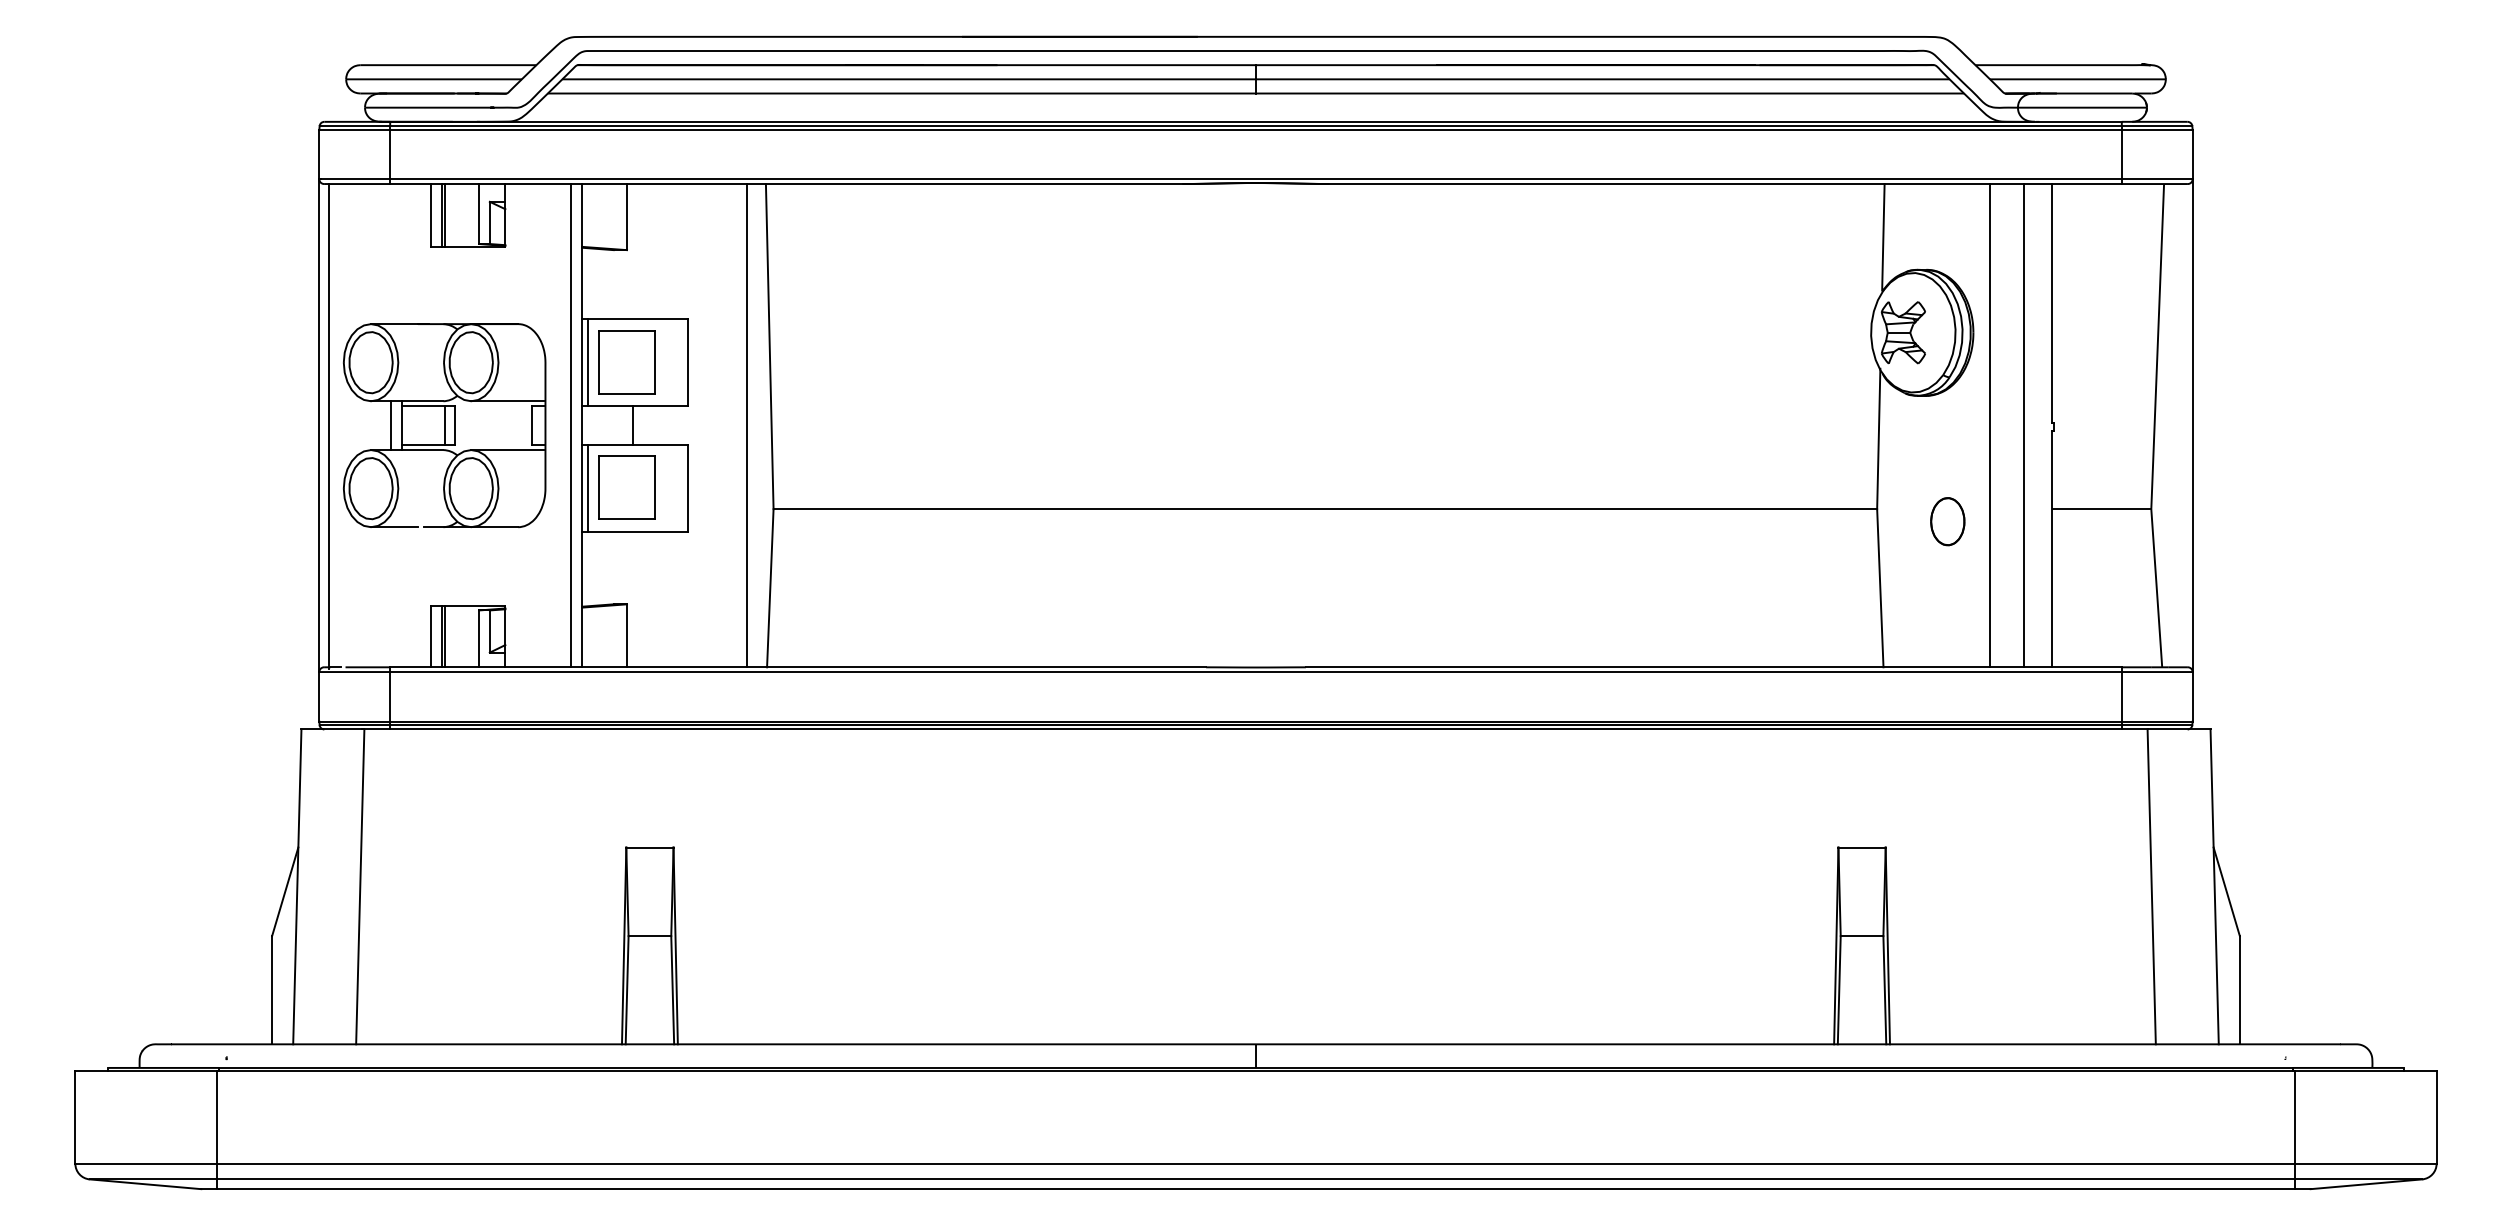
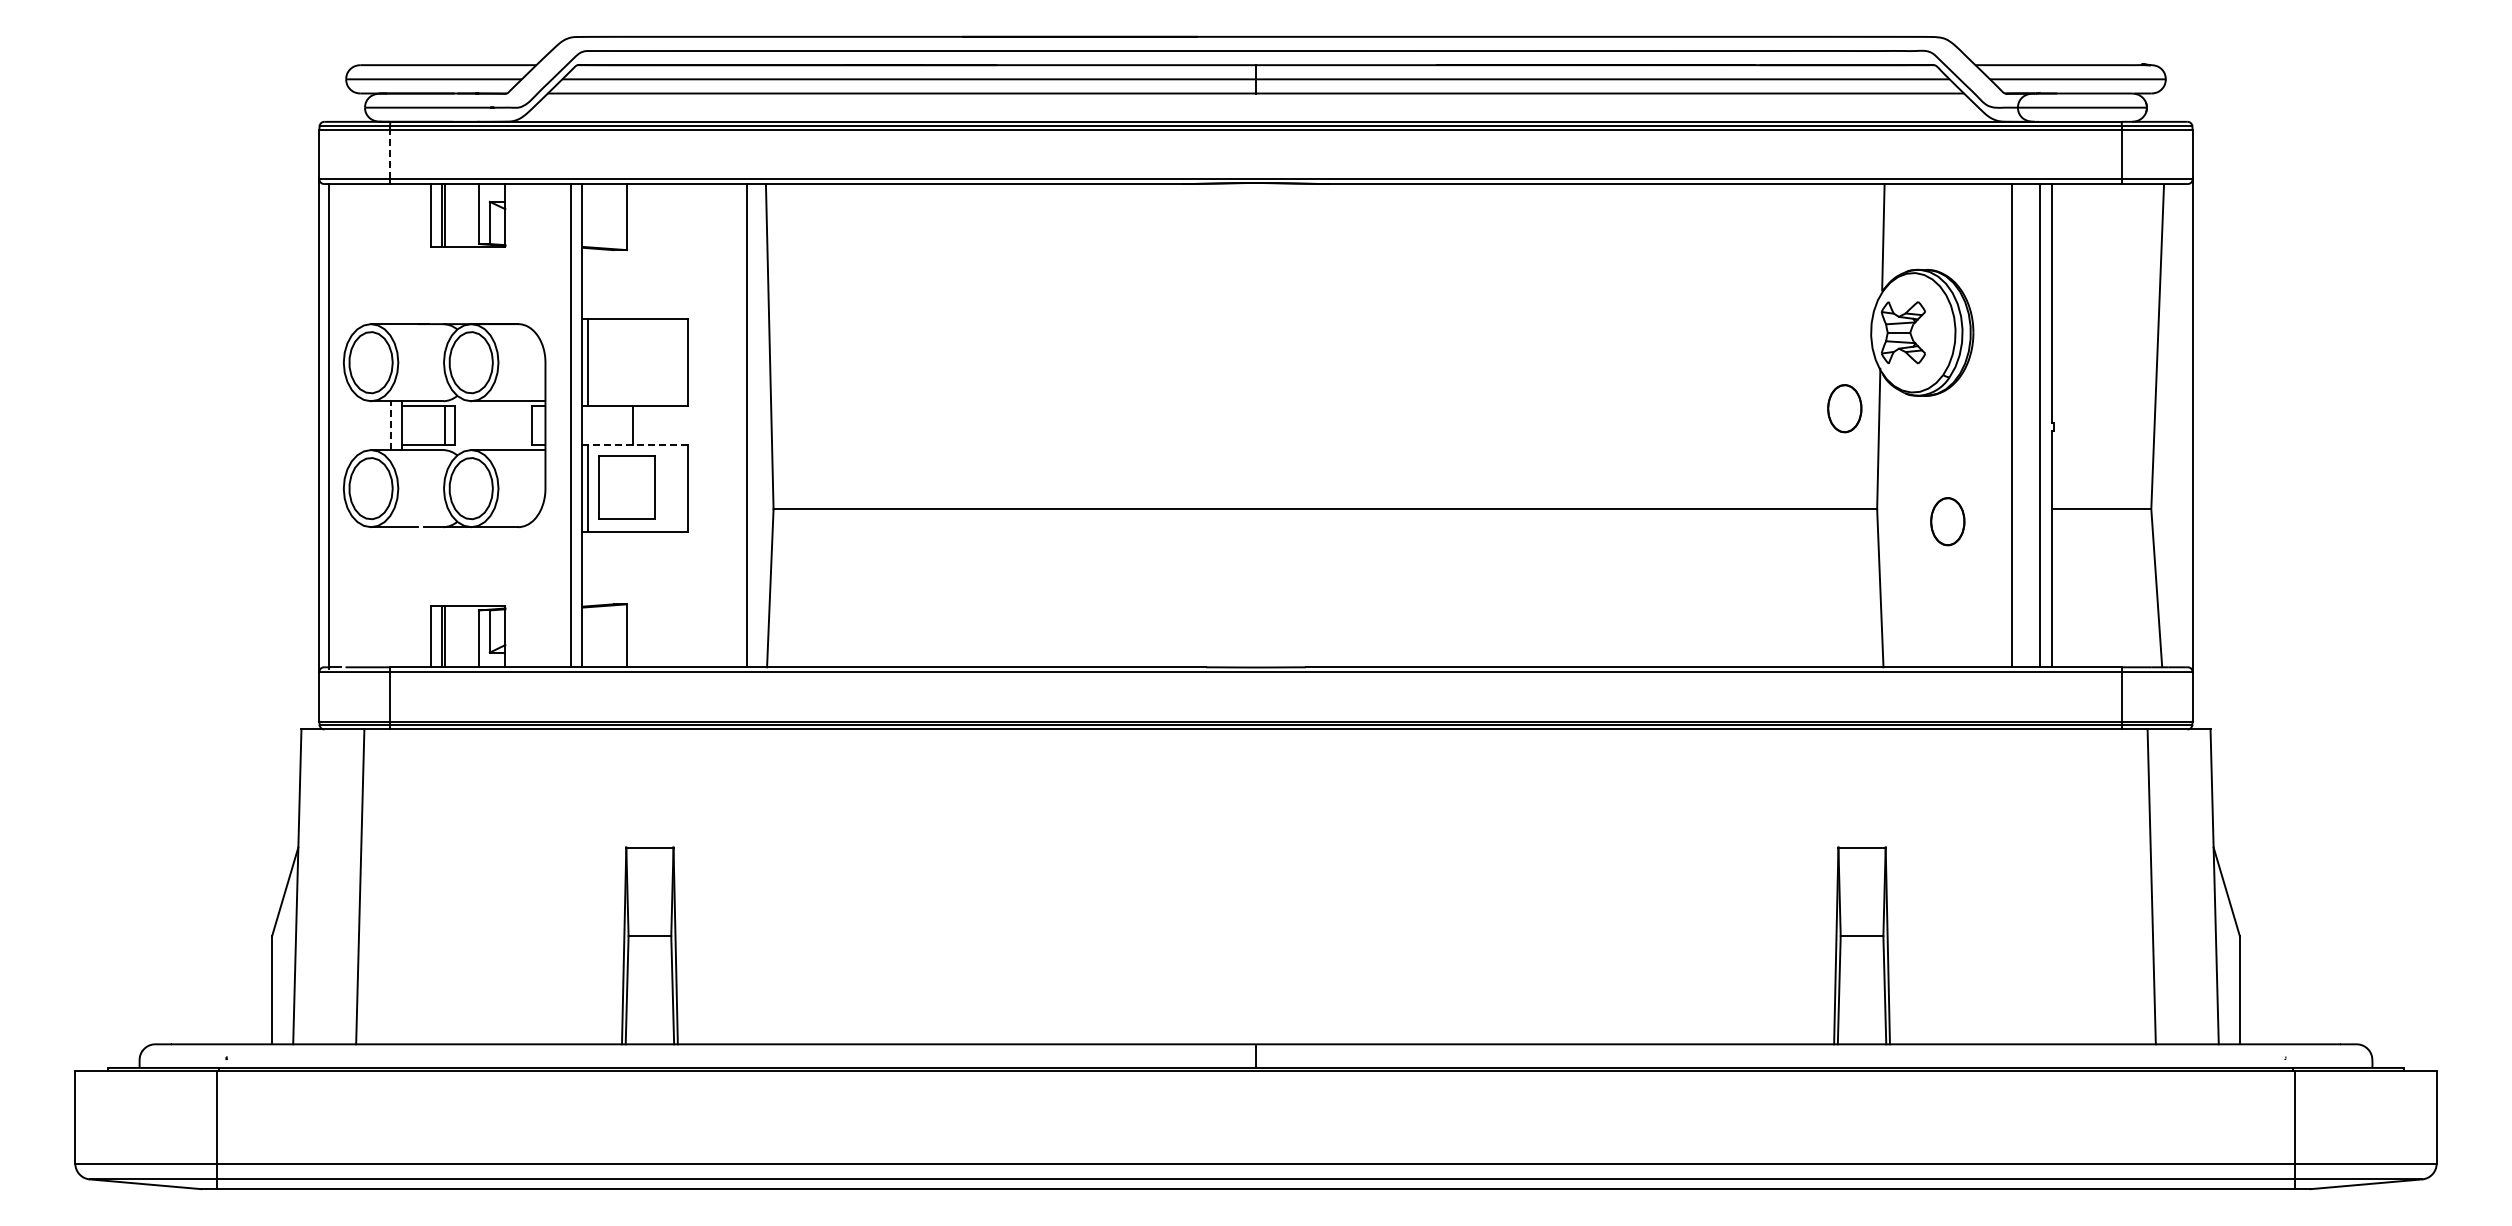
line at (390, 154): solid -> dashed
part at (626, 362): present -> none
part at (1844, 408): none -> present
line at (390, 425): solid -> dashed
line at (1989, 425) position: (1989, 425) -> (2011, 425)
line at (2024, 425) position: (2024, 425) -> (2040, 425)
line at (637, 445): solid -> dashed
